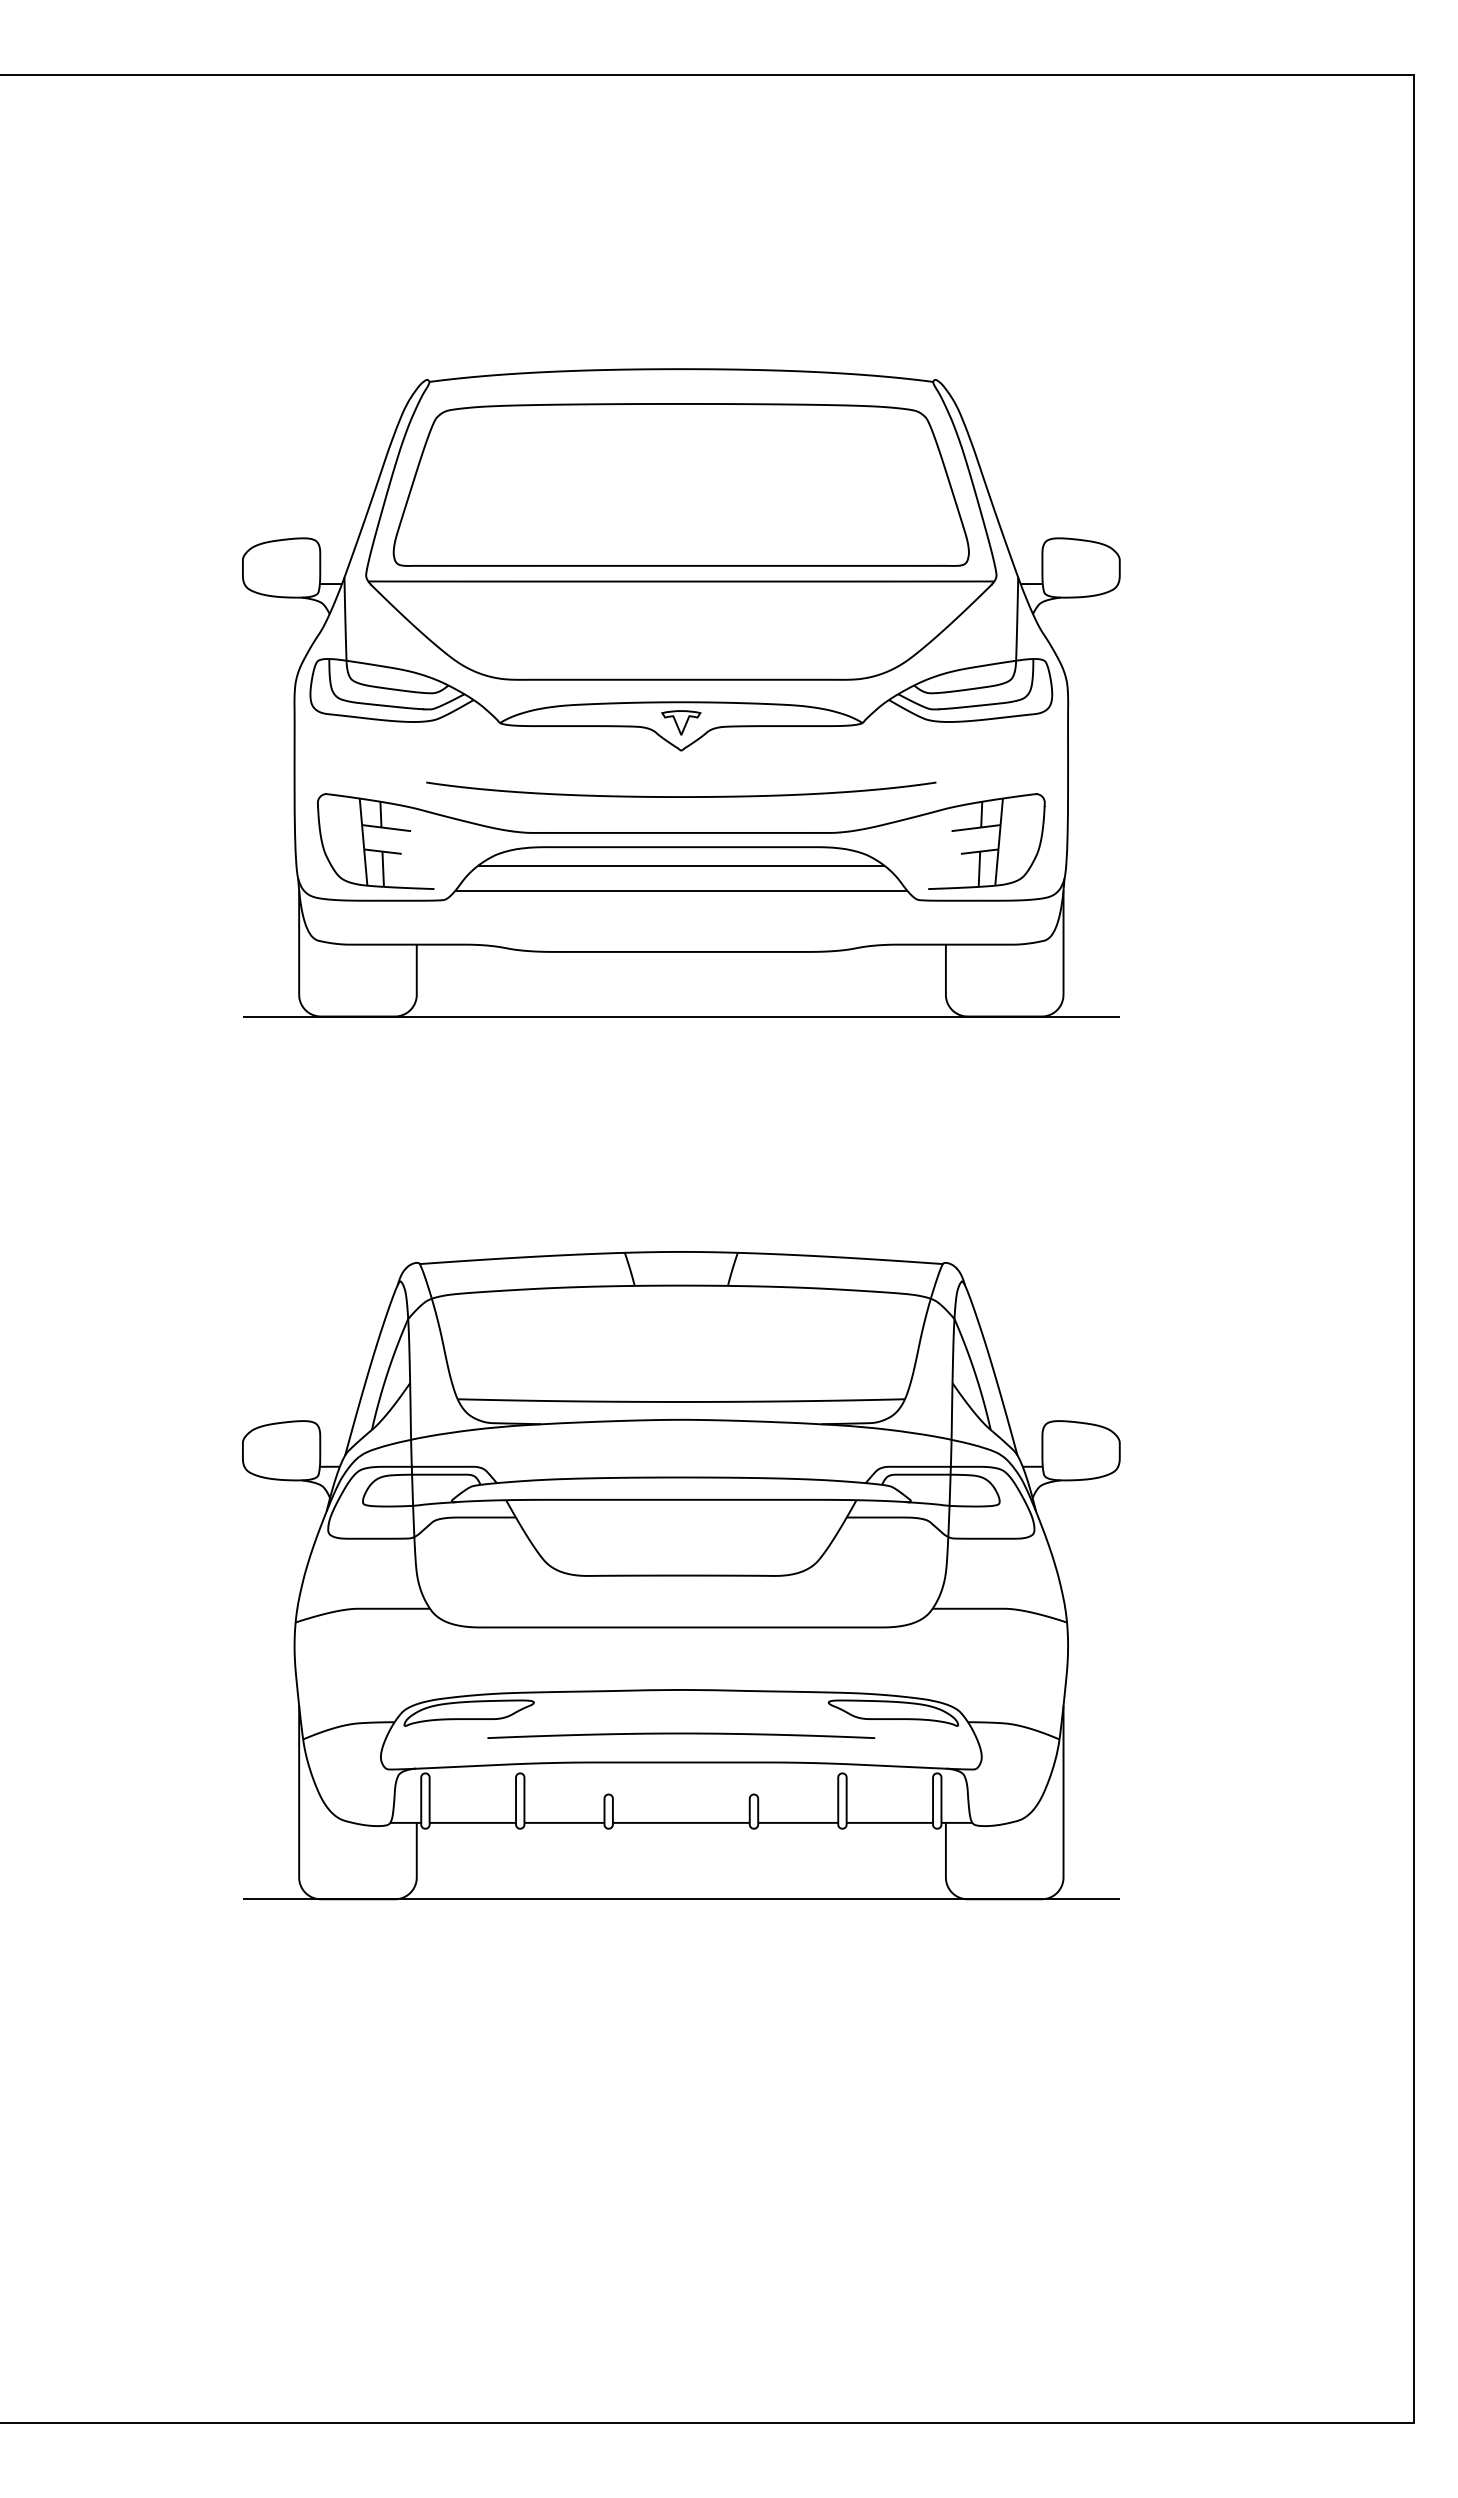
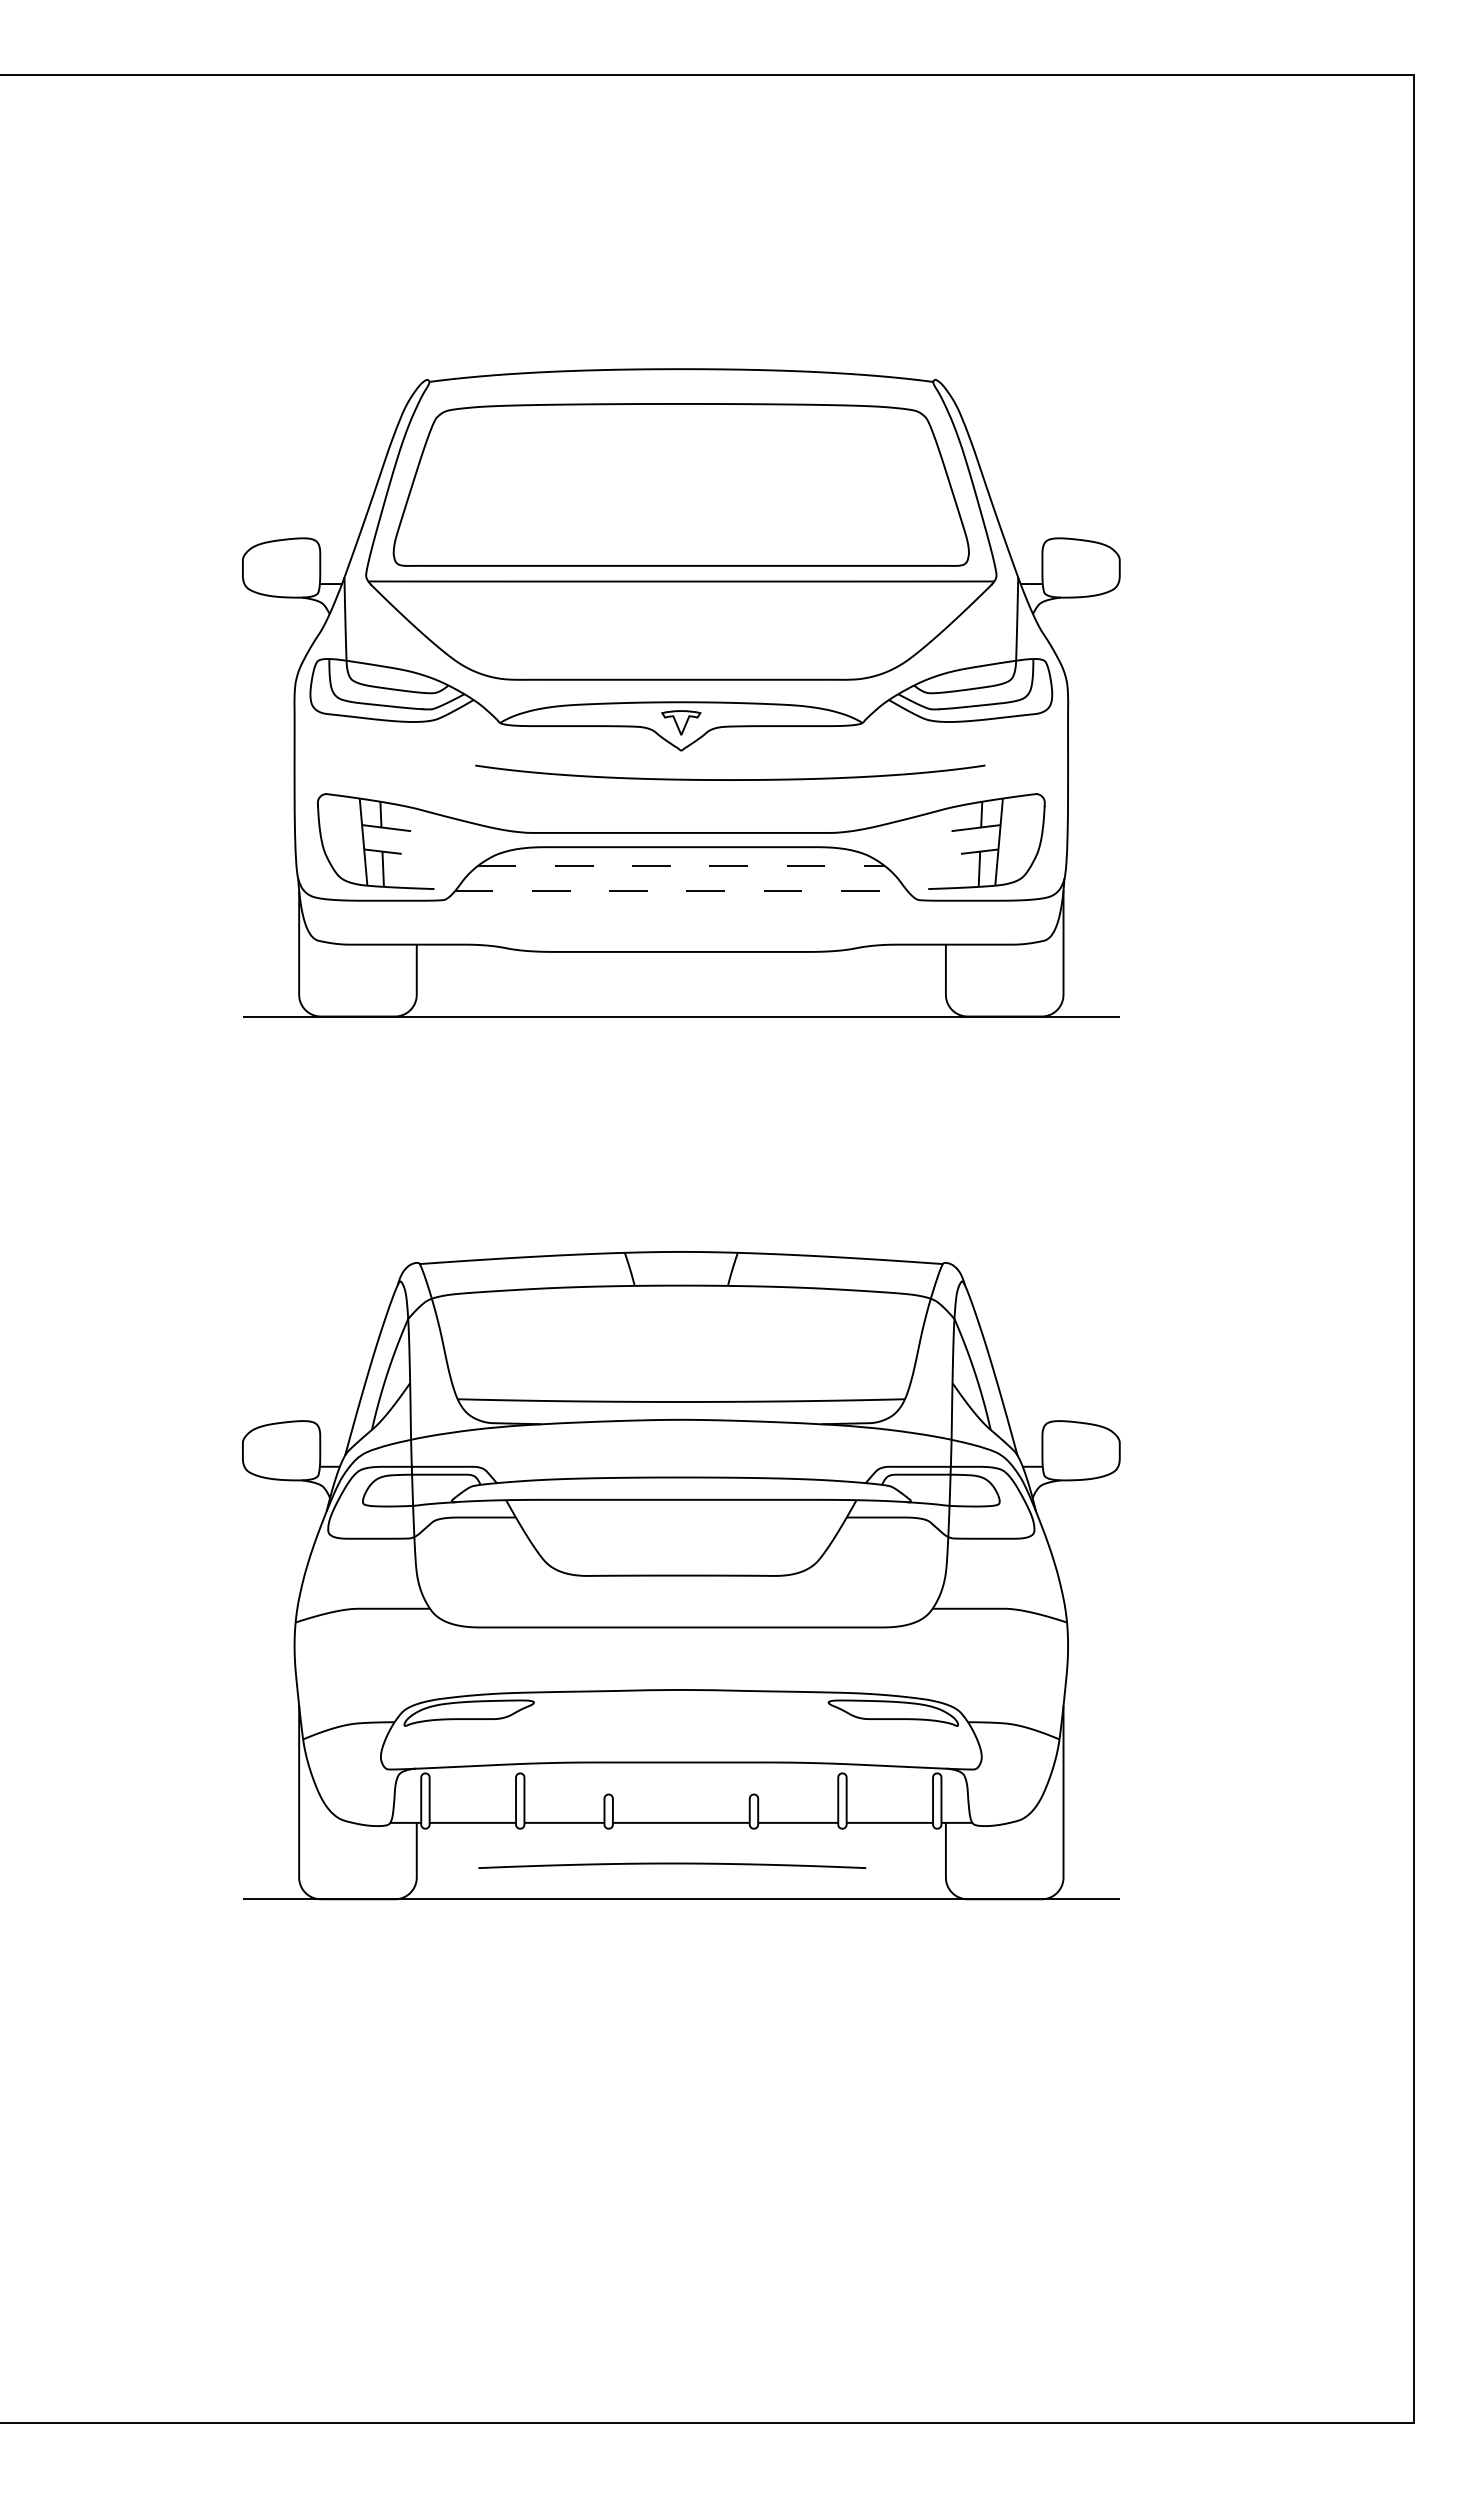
curve at (681, 796) position: (681, 796) -> (730, 779)
line at (681, 866): solid -> dashed
line at (681, 891): solid -> dashed
curve at (681, 1734) position: (681, 1734) -> (672, 1864)
